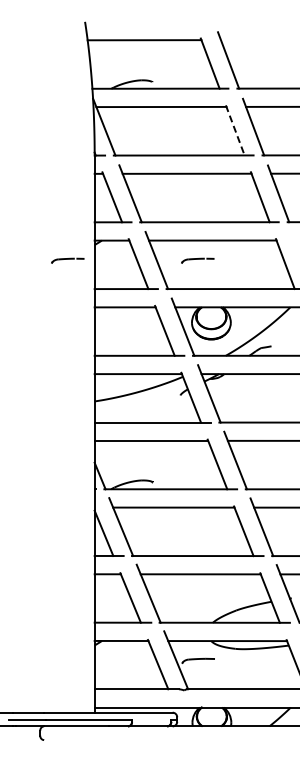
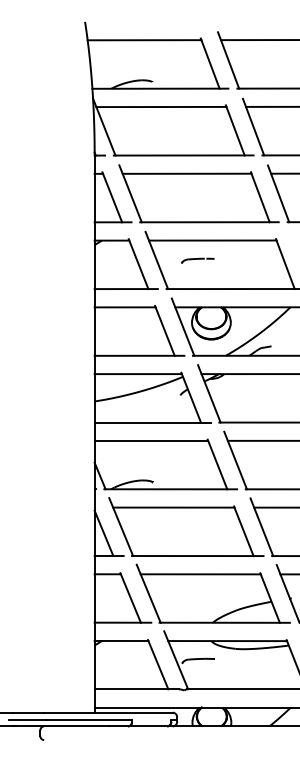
line at (258, 40): none -> present
line at (235, 130): dashed -> solid
part at (67, 260): present -> none
